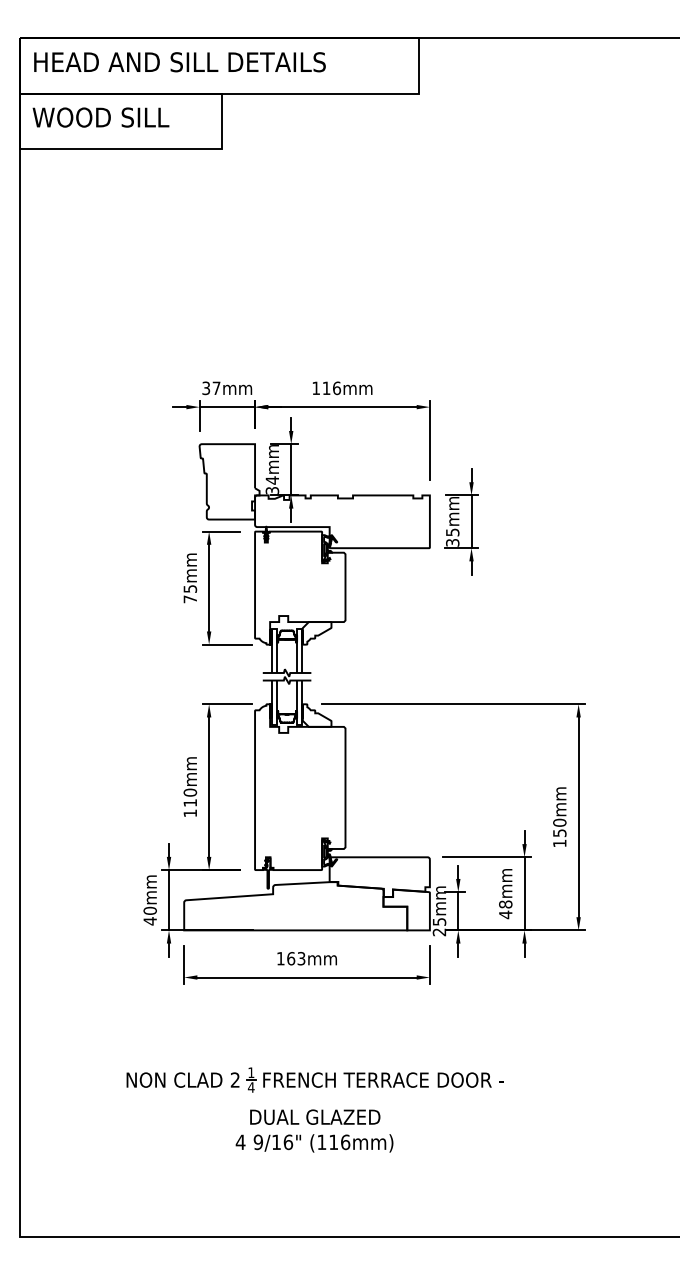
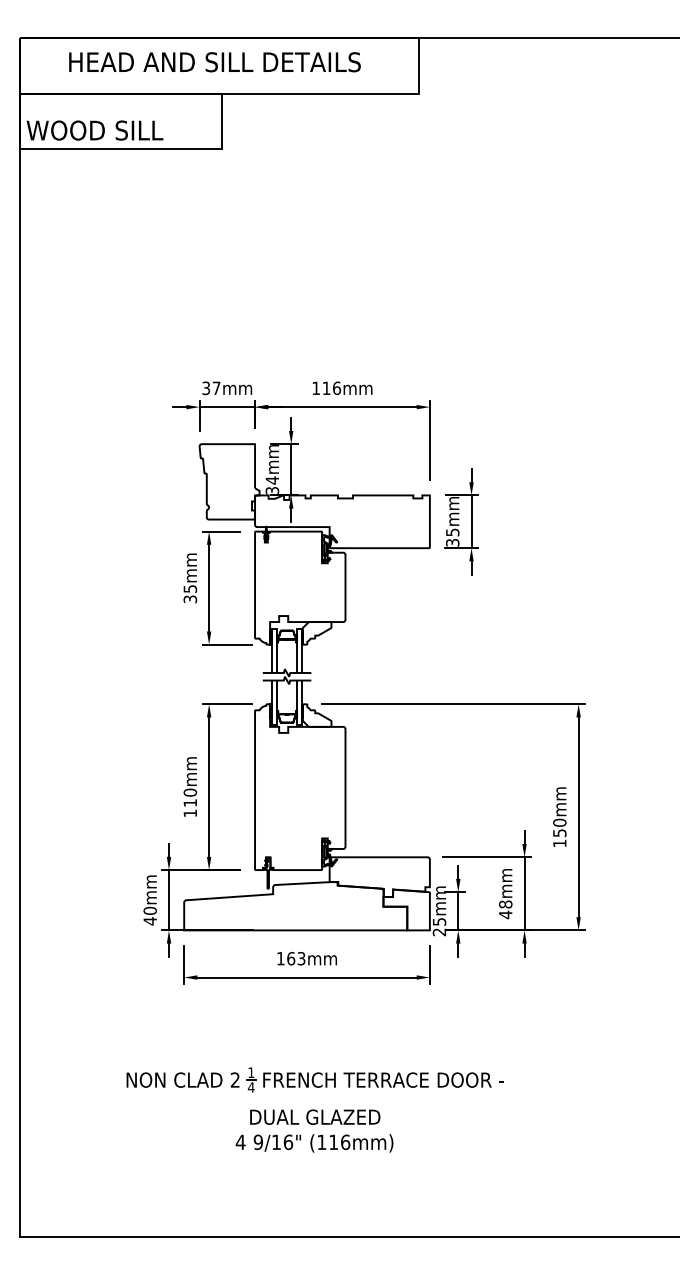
text at (179, 62) position: (179, 62) -> (214, 62)
text at (100, 117) position: (100, 117) -> (94, 130)
text at (190, 599): 75mm -> 35mm
